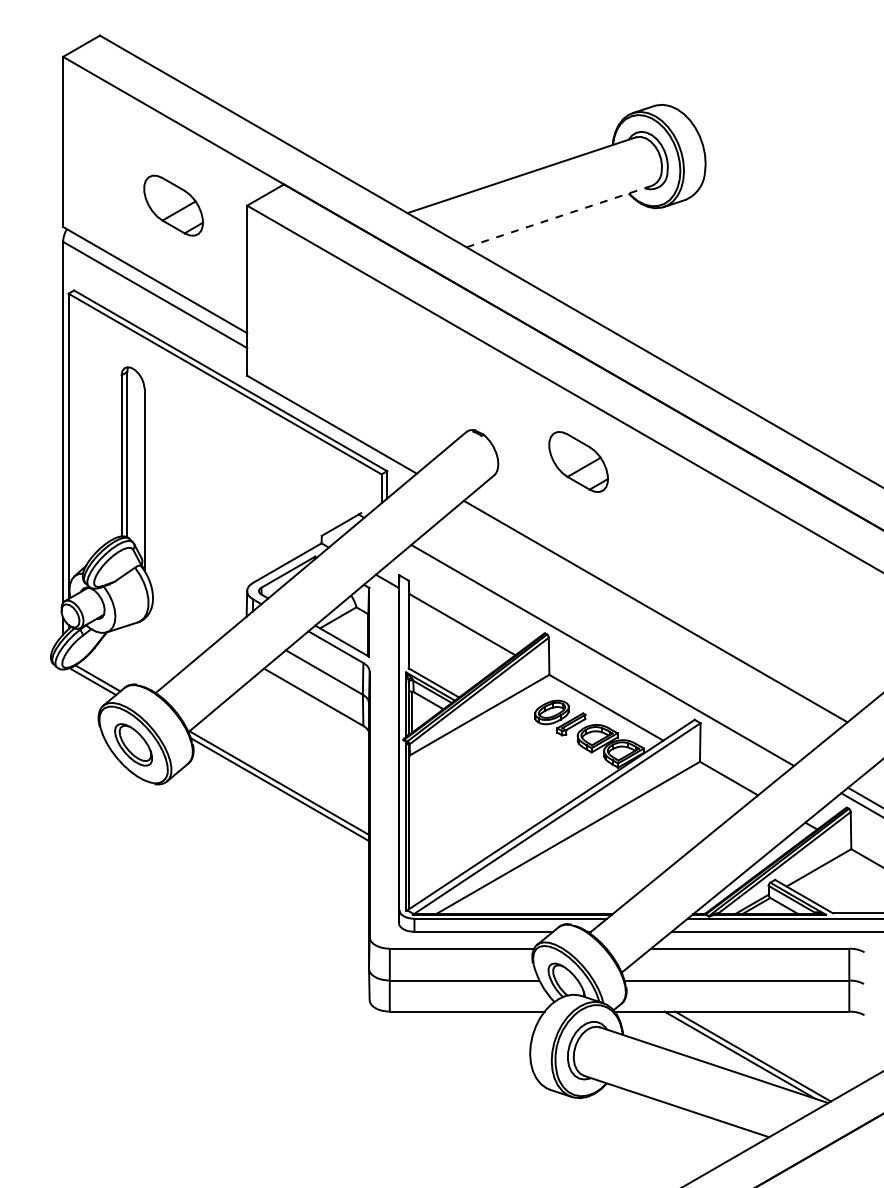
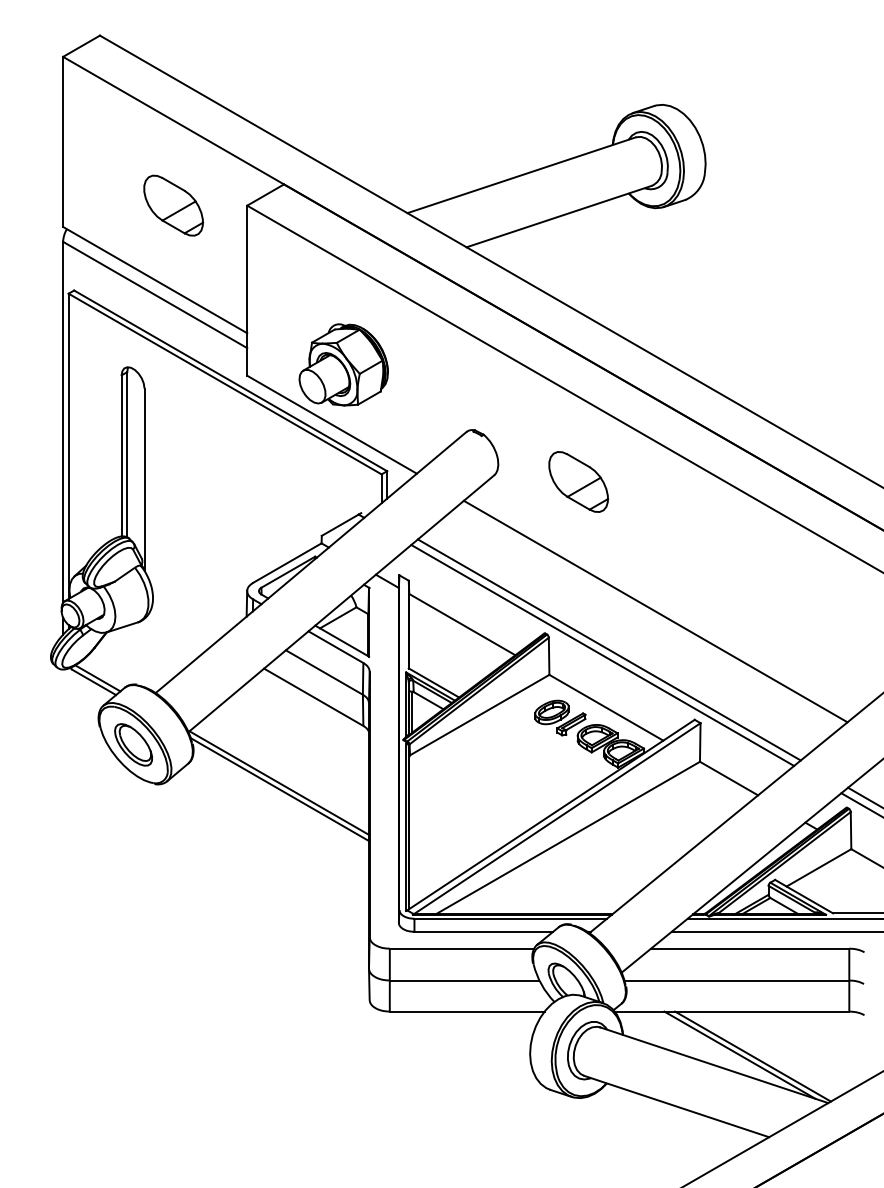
line at (559, 216): dashed -> solid
part at (343, 364): none -> present
part at (578, 461) position: (578, 461) -> (578, 481)
line at (608, 649): none -> present
